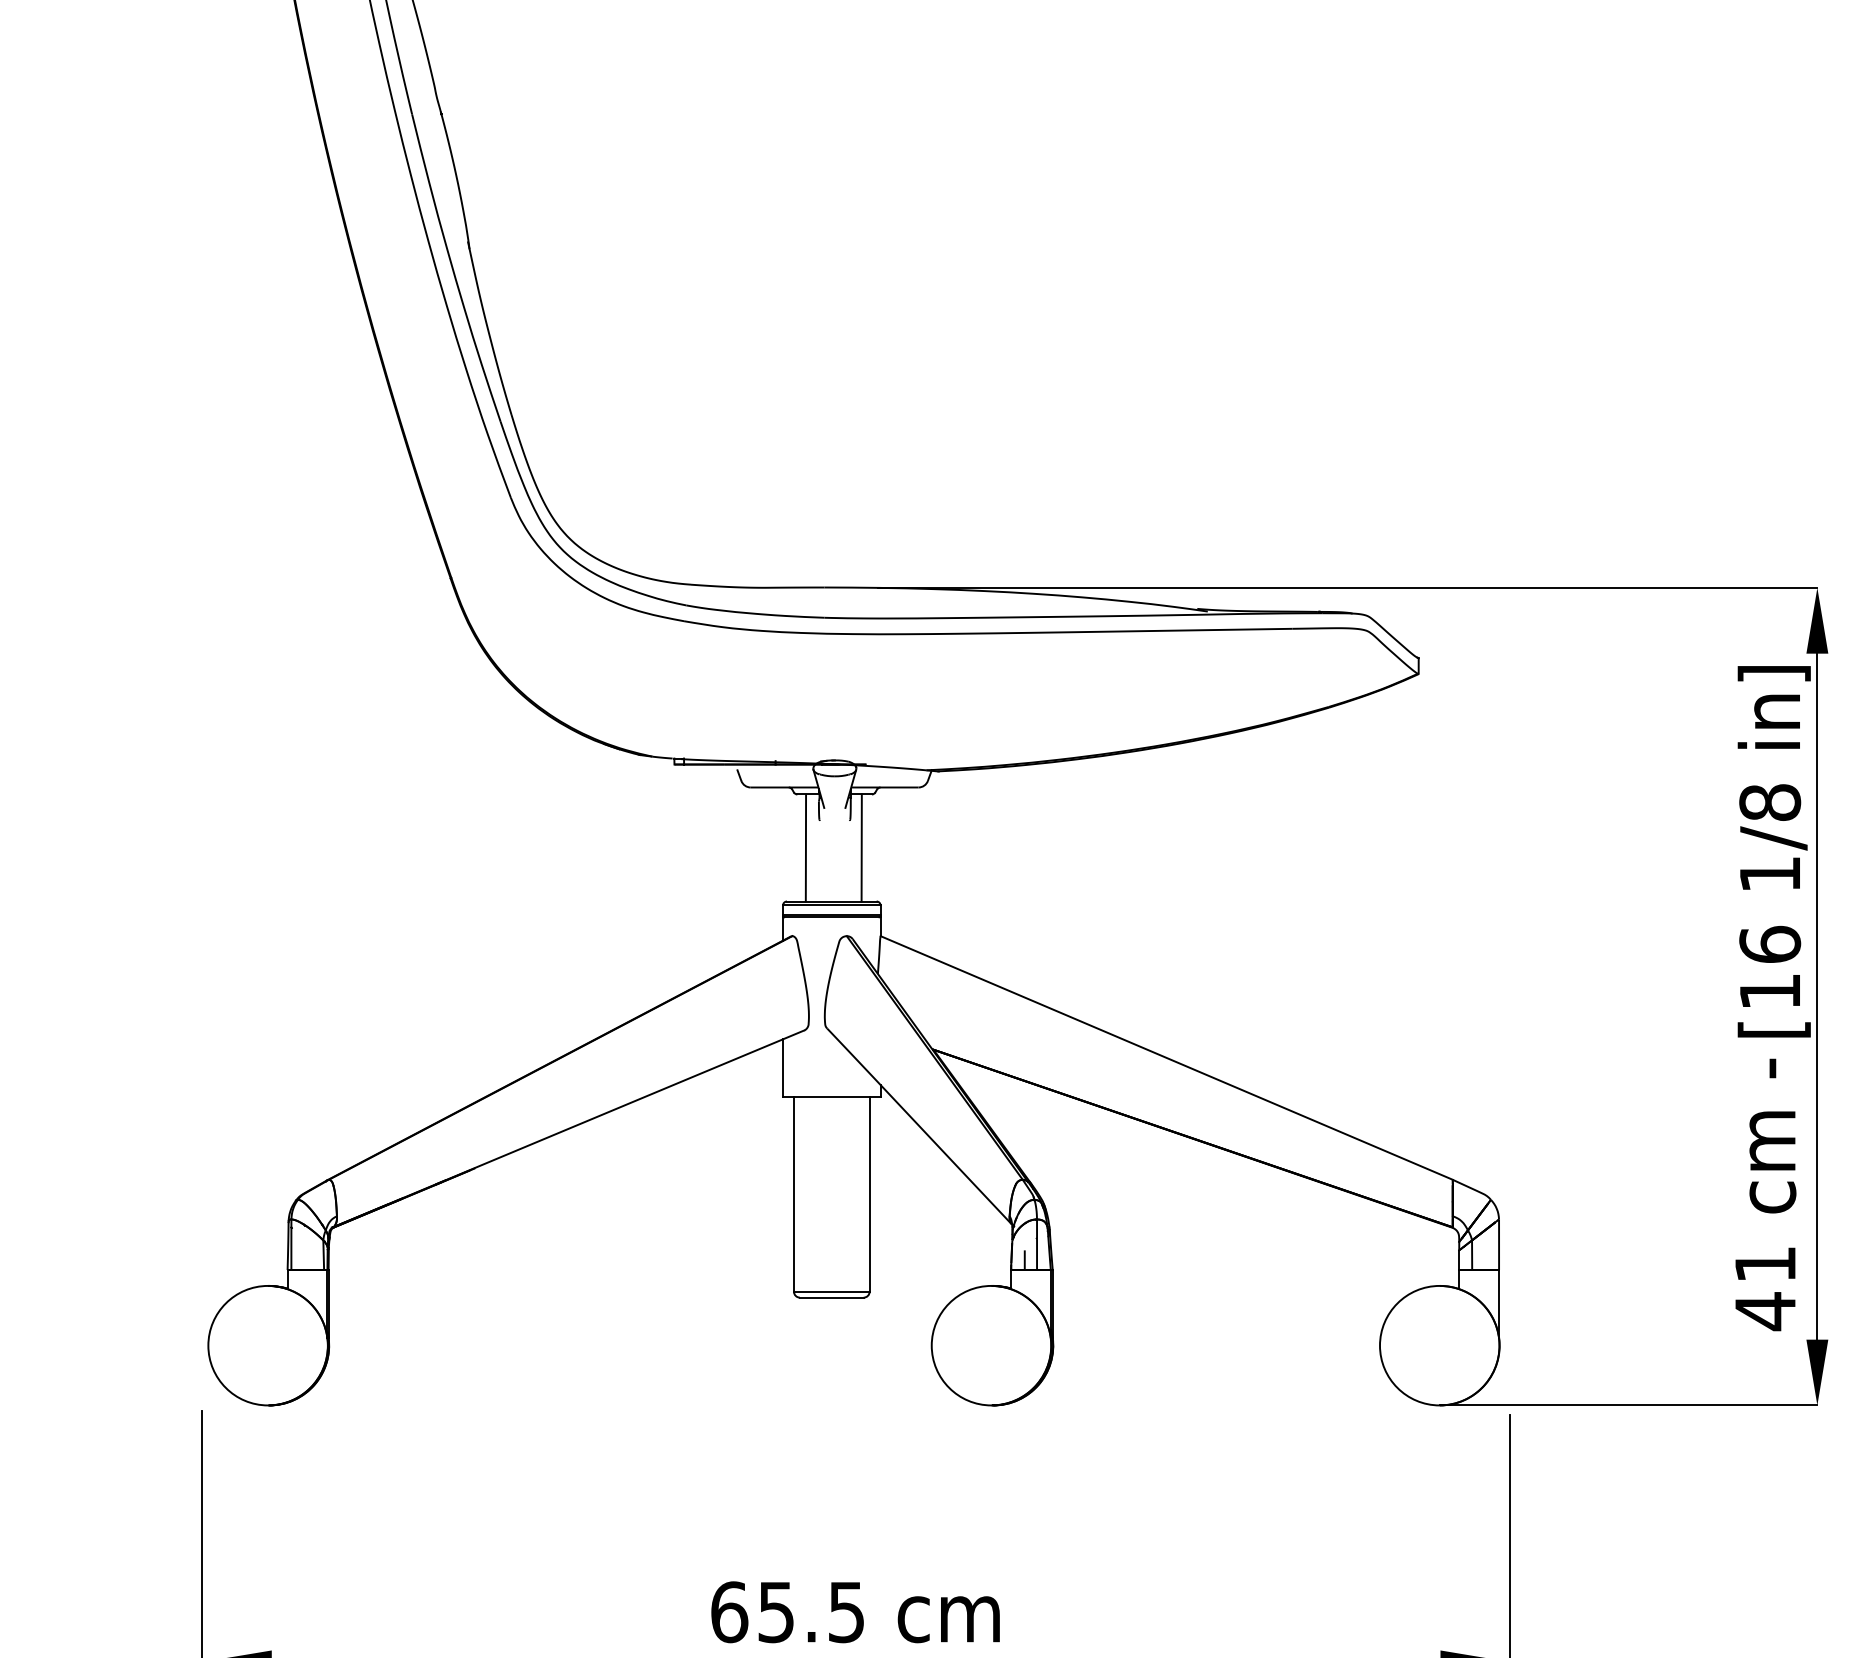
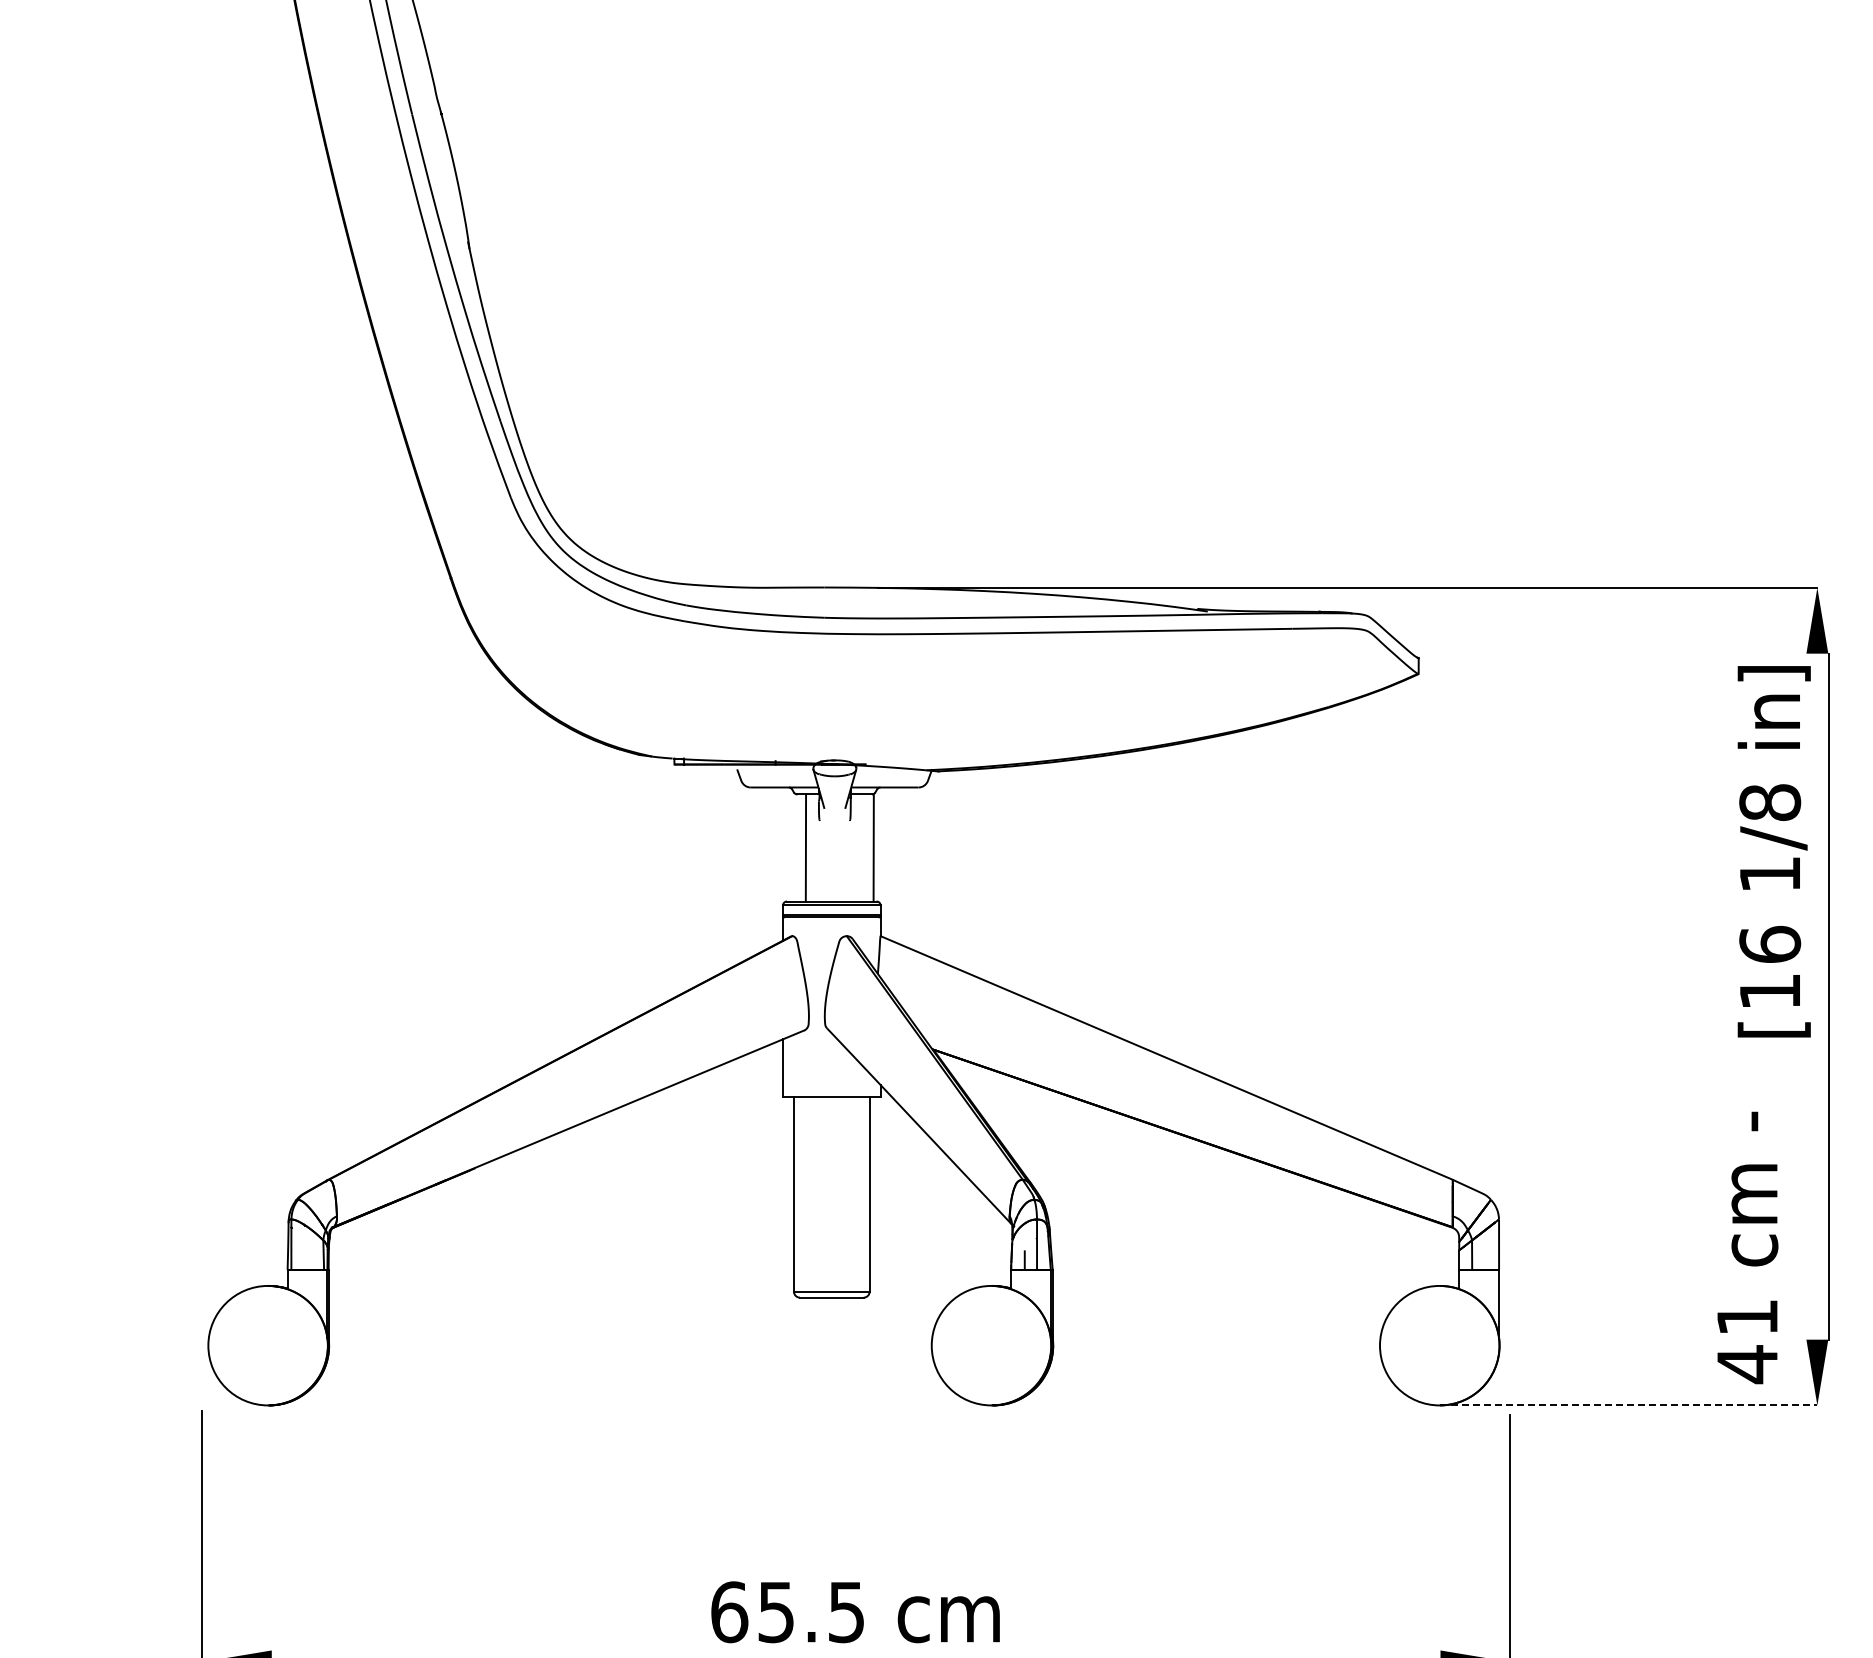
line at (861, 847) position: (861, 847) -> (873, 847)
line at (1817, 996) position: (1817, 996) -> (1829, 996)
text at (1765, 1194) position: (1765, 1194) -> (1747, 1247)
line at (1628, 1405): solid -> dashed
